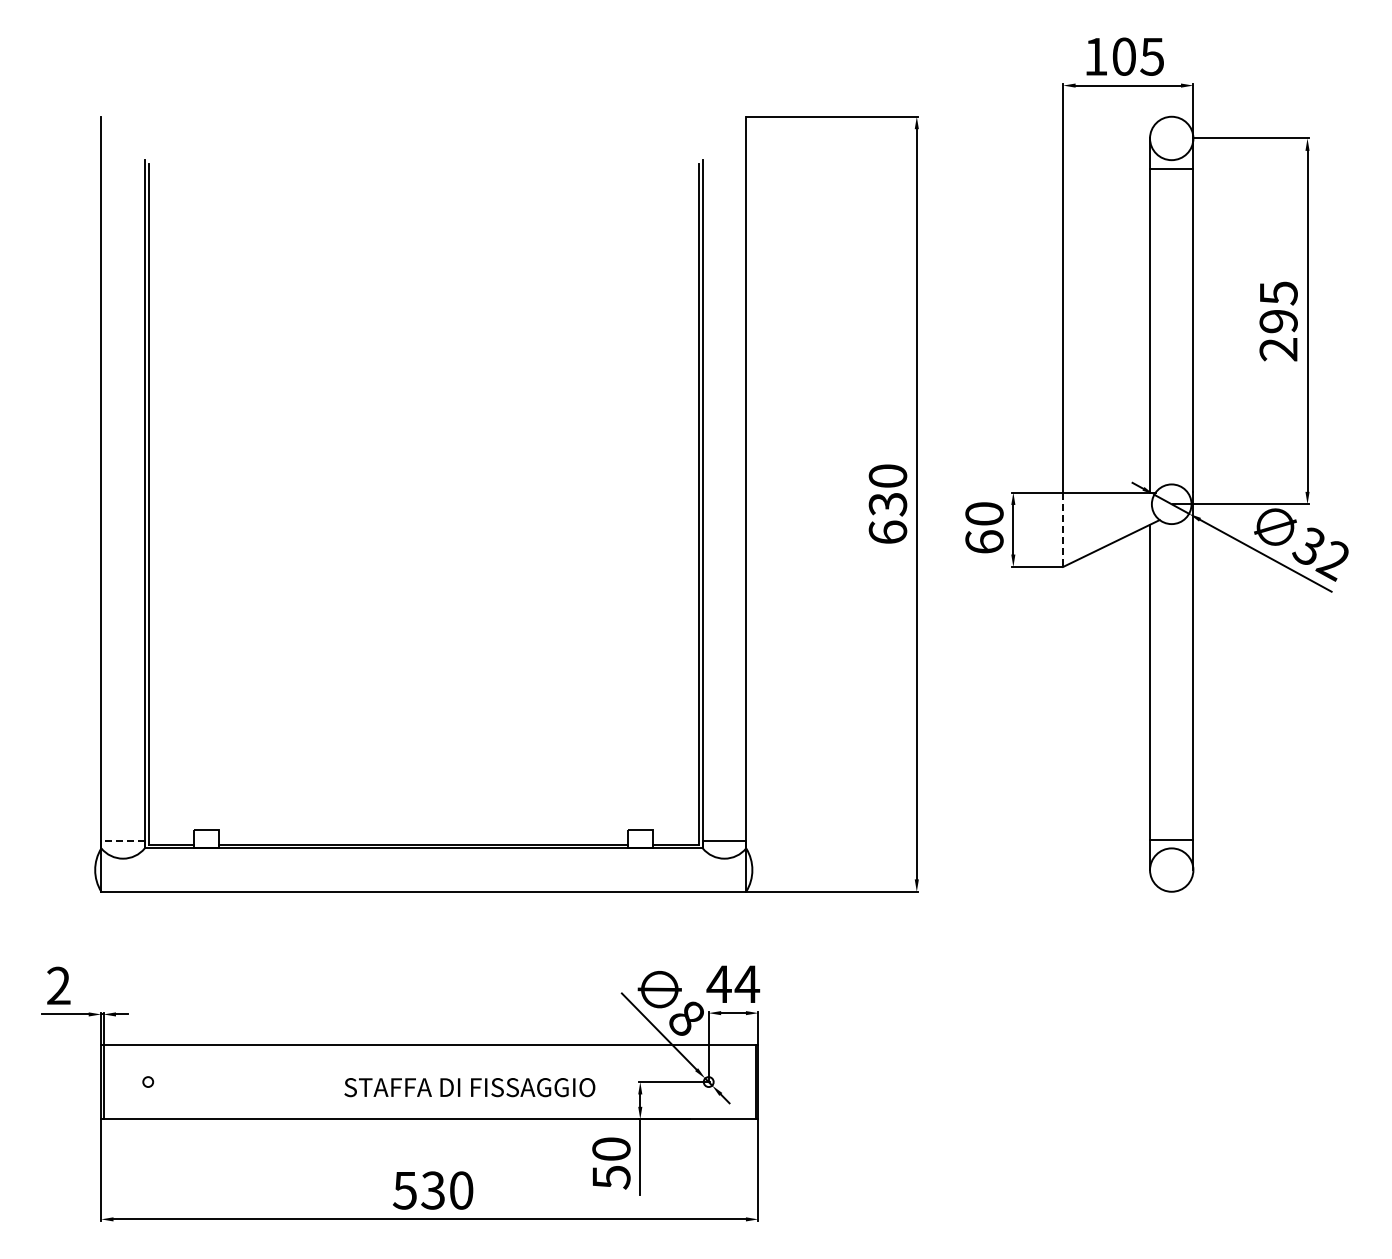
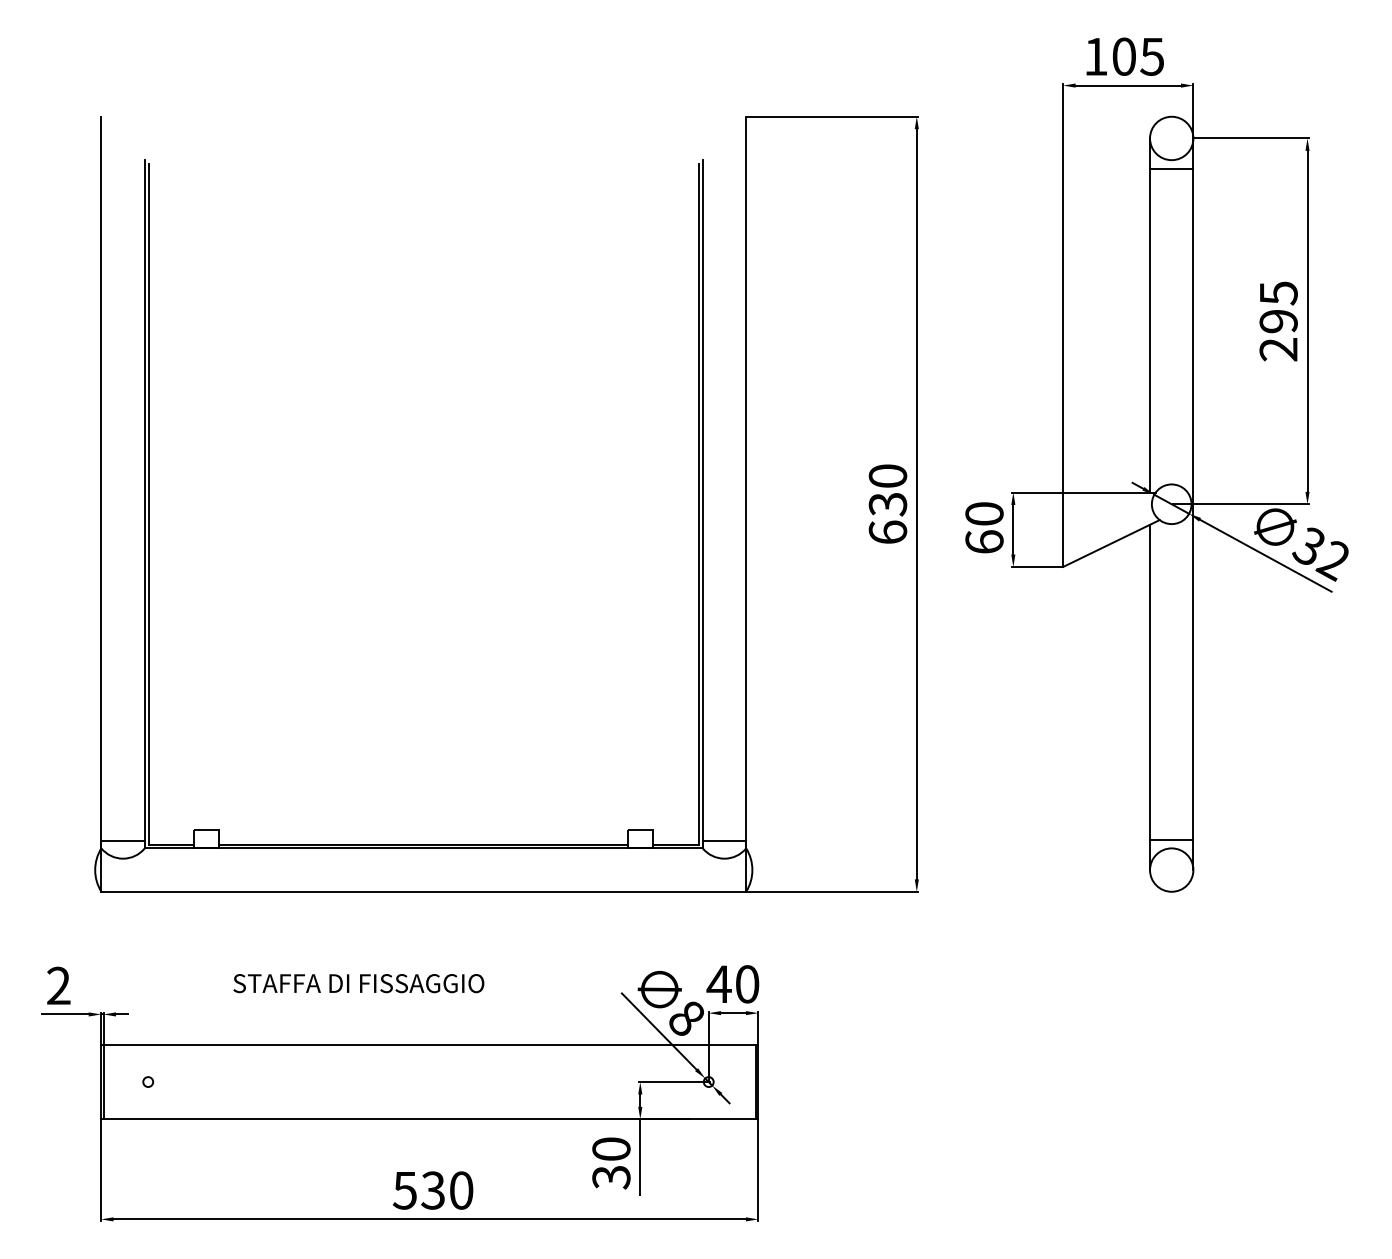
line at (1063, 530): dashed -> solid
line at (123, 840): dashed -> solid
text at (747, 984): 44 -> 40
text at (469, 1087) position: (469, 1087) -> (358, 983)
text at (611, 1177): 50 -> 30
